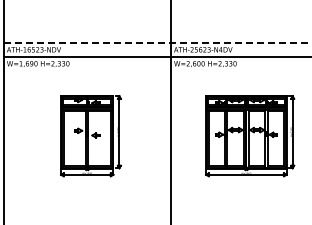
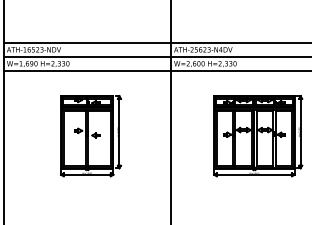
line at (157, 42): dashed -> solid
line at (155, 70): none -> present
part at (250, 136) position: (250, 136) -> (258, 136)
